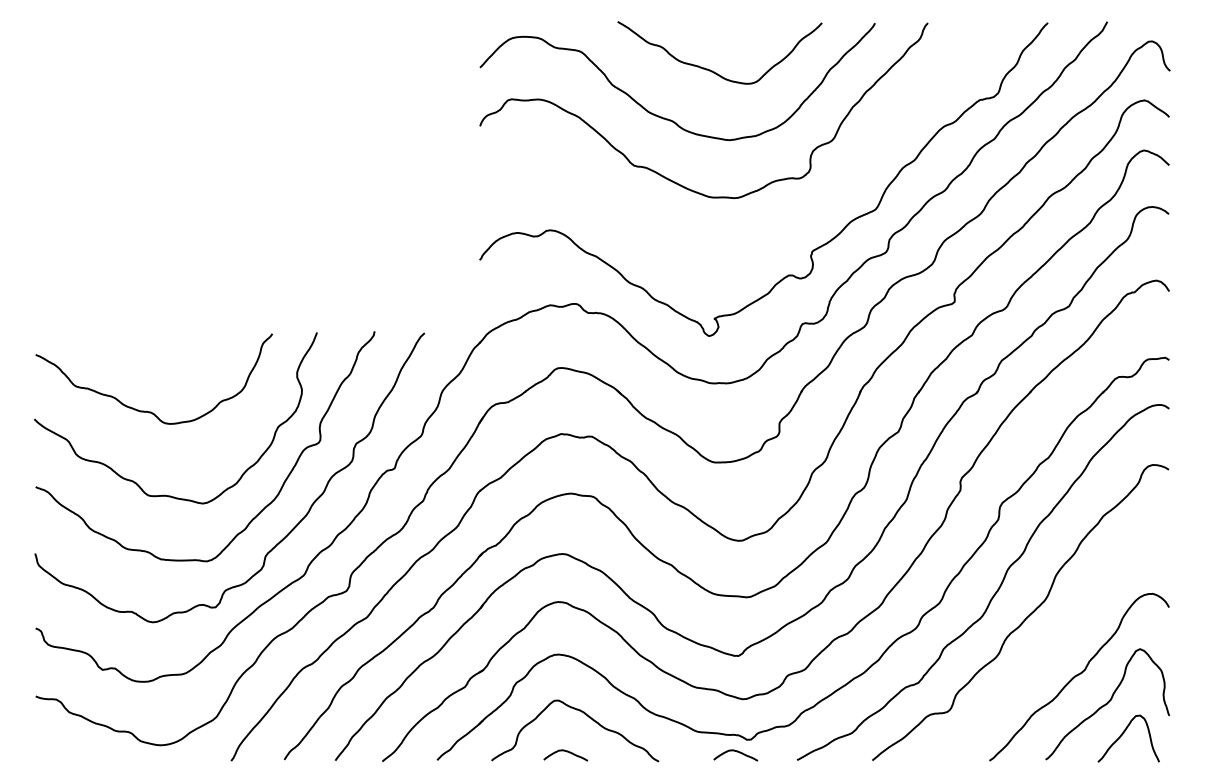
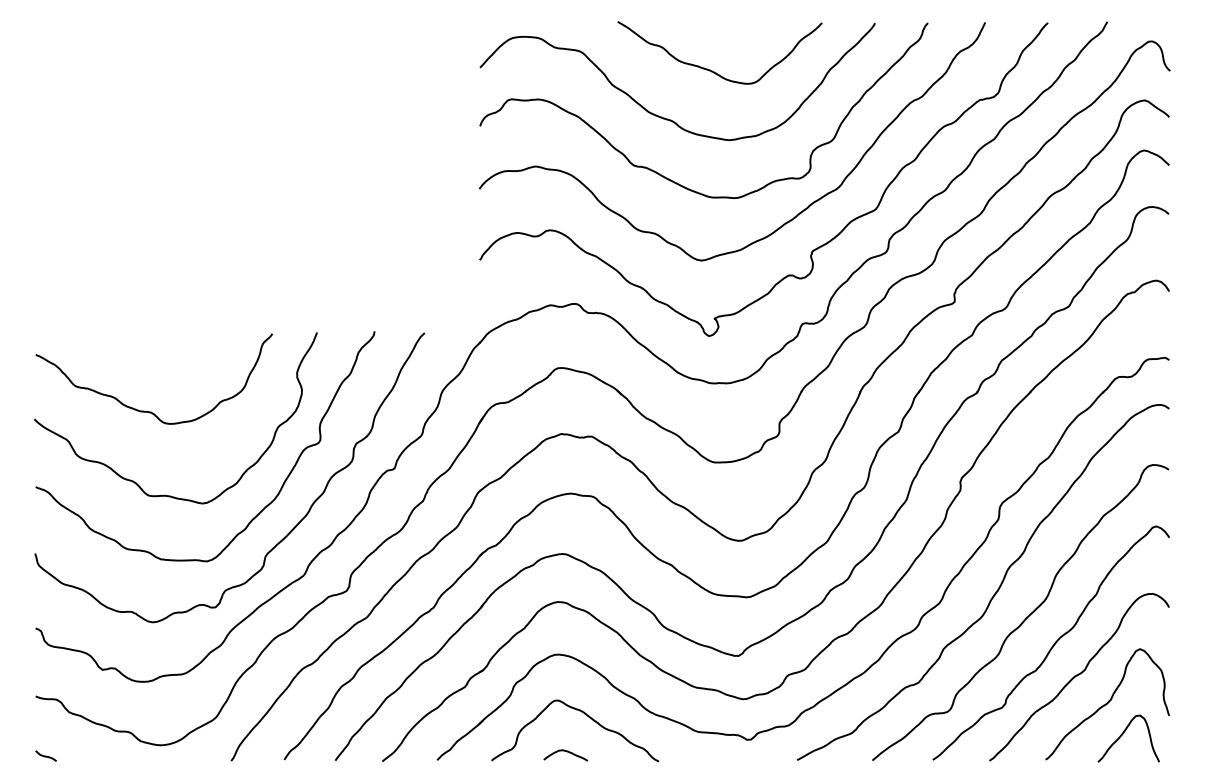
curve at (783, 223): none -> present
curve at (1053, 644): none -> present
curve at (736, 752): present -> none
curve at (45, 755): none -> present
